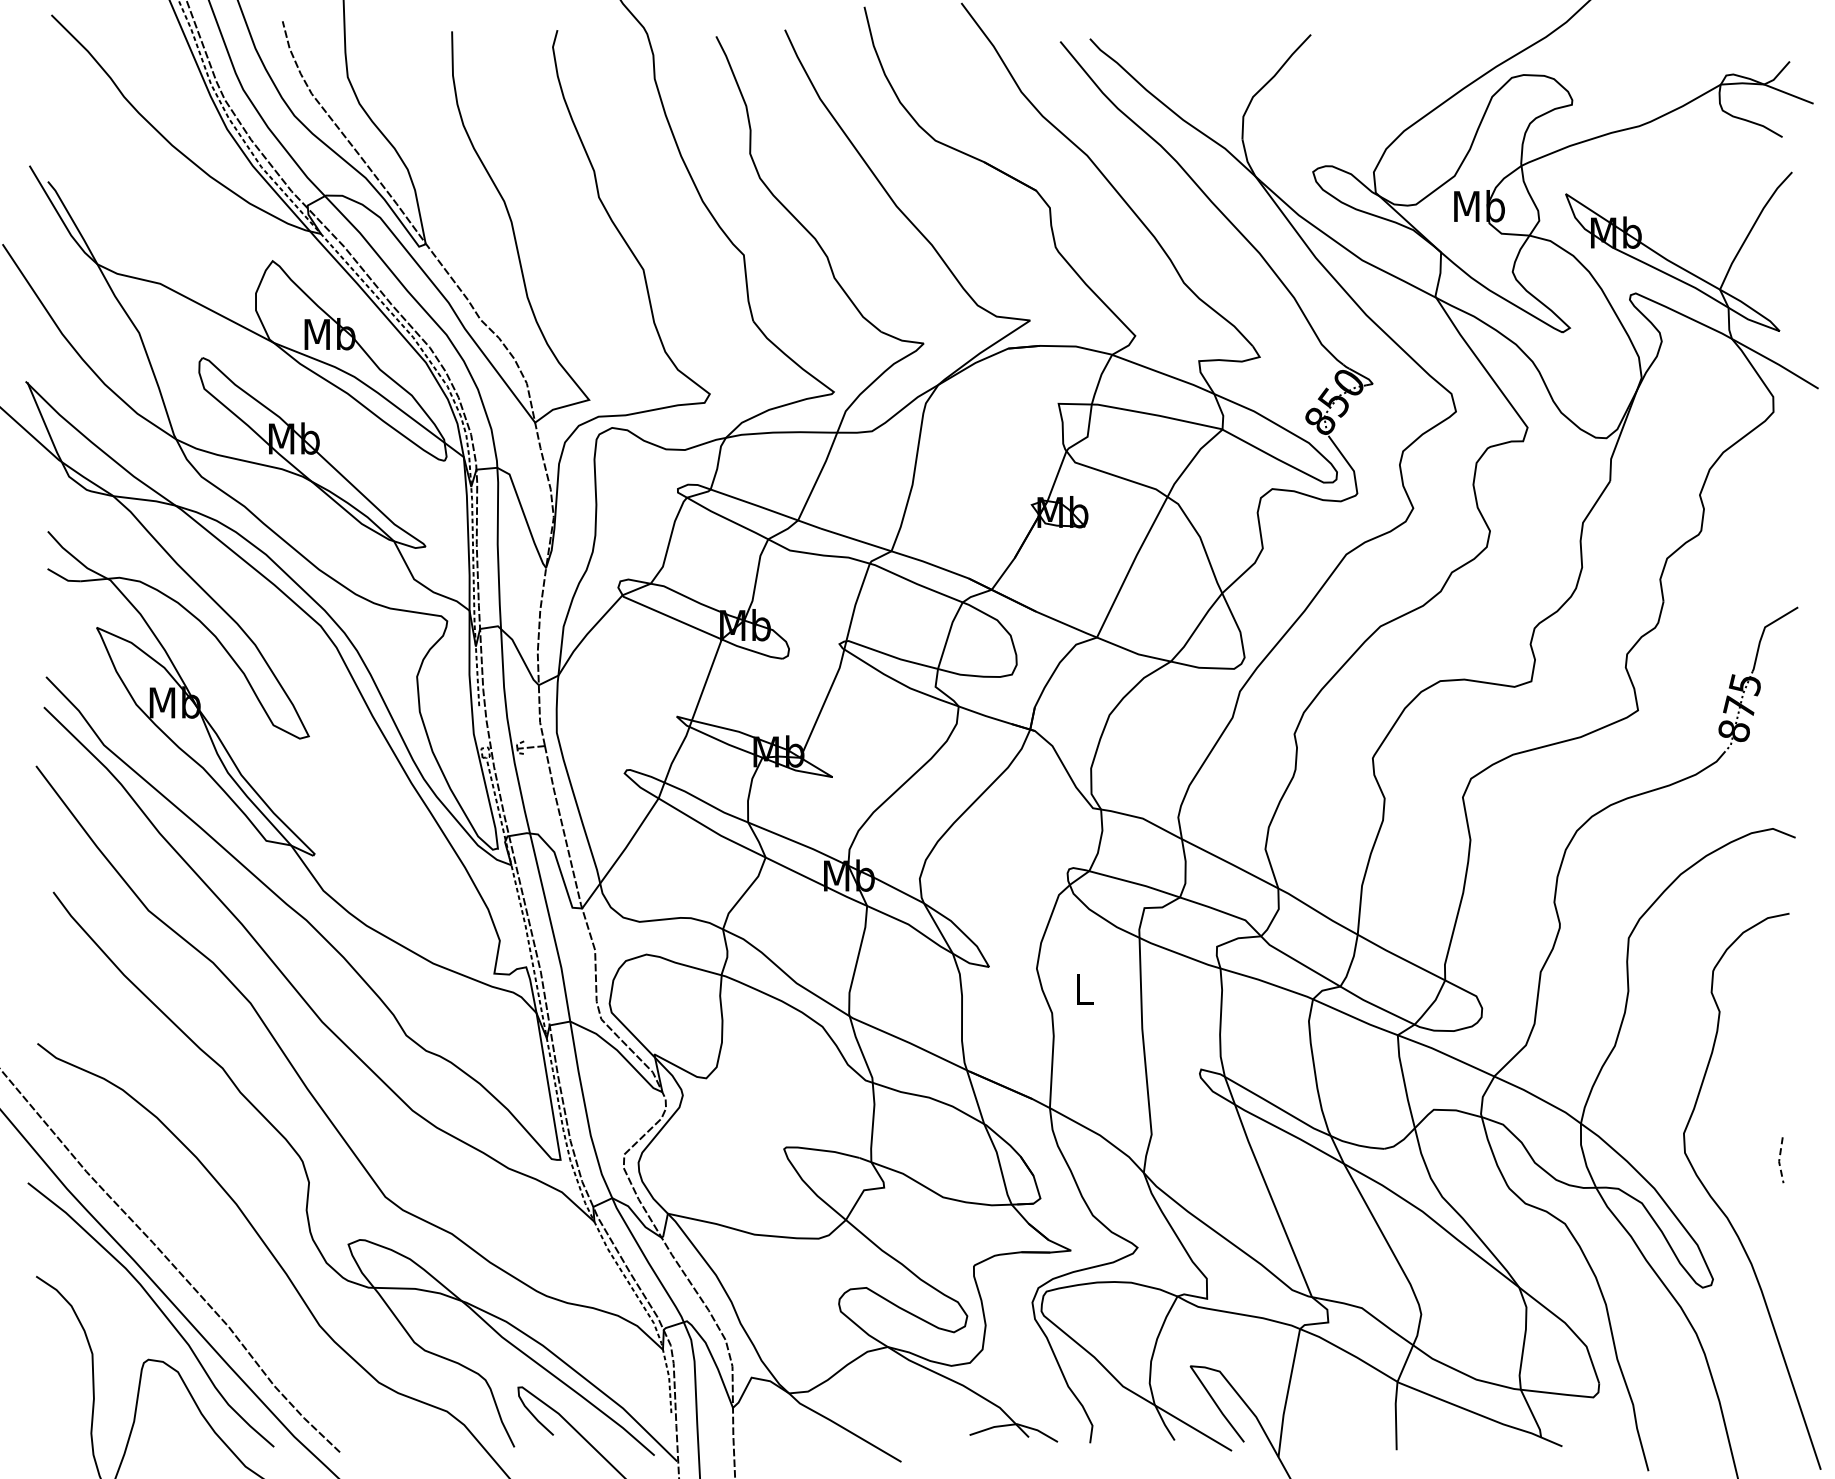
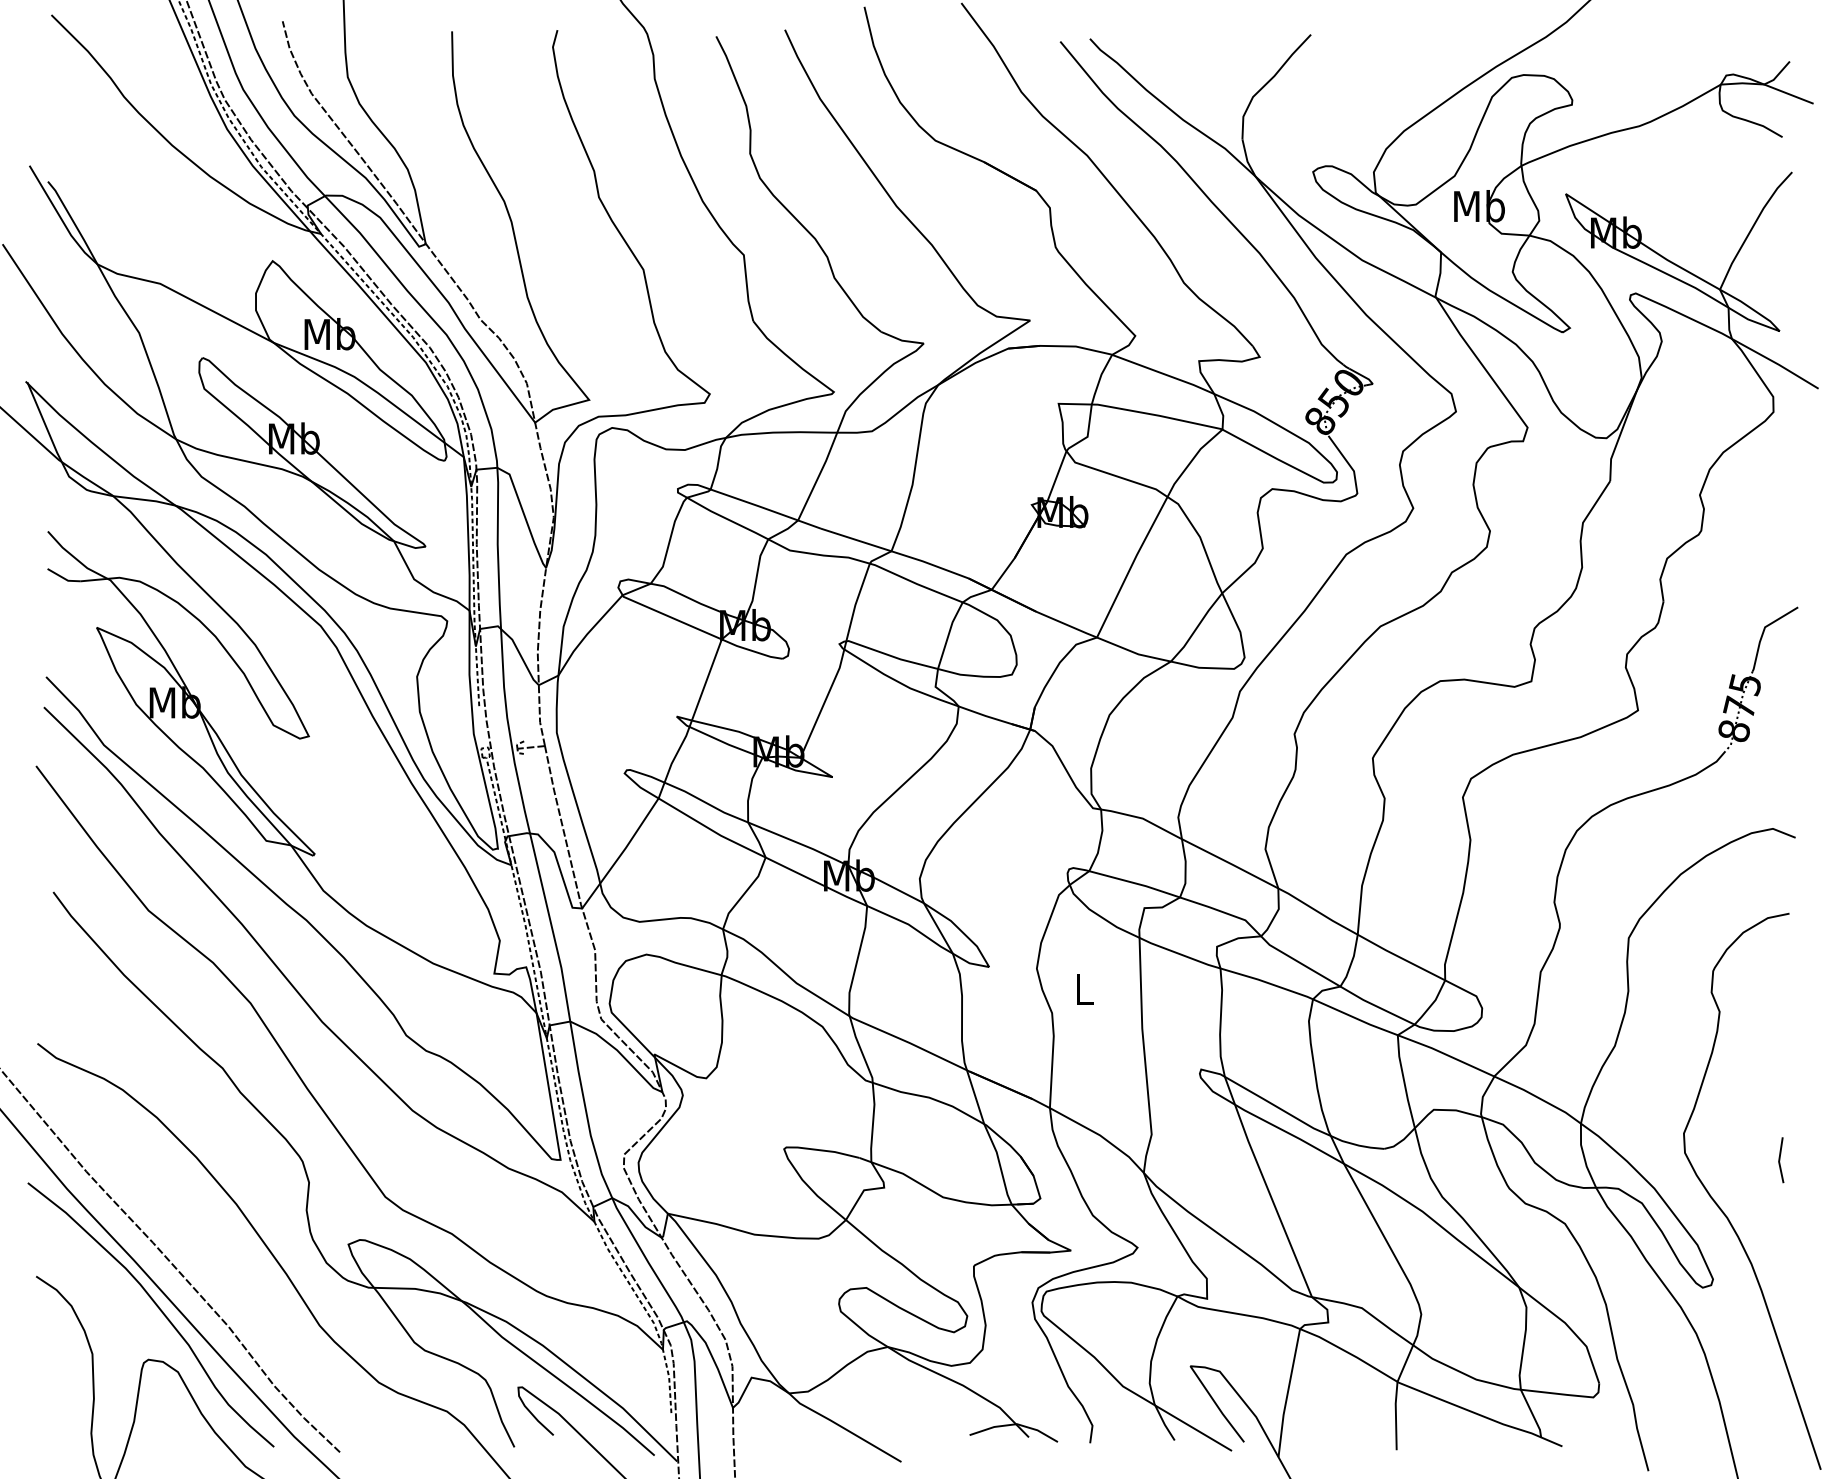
line at (1779, 1160): dashed -> solid
